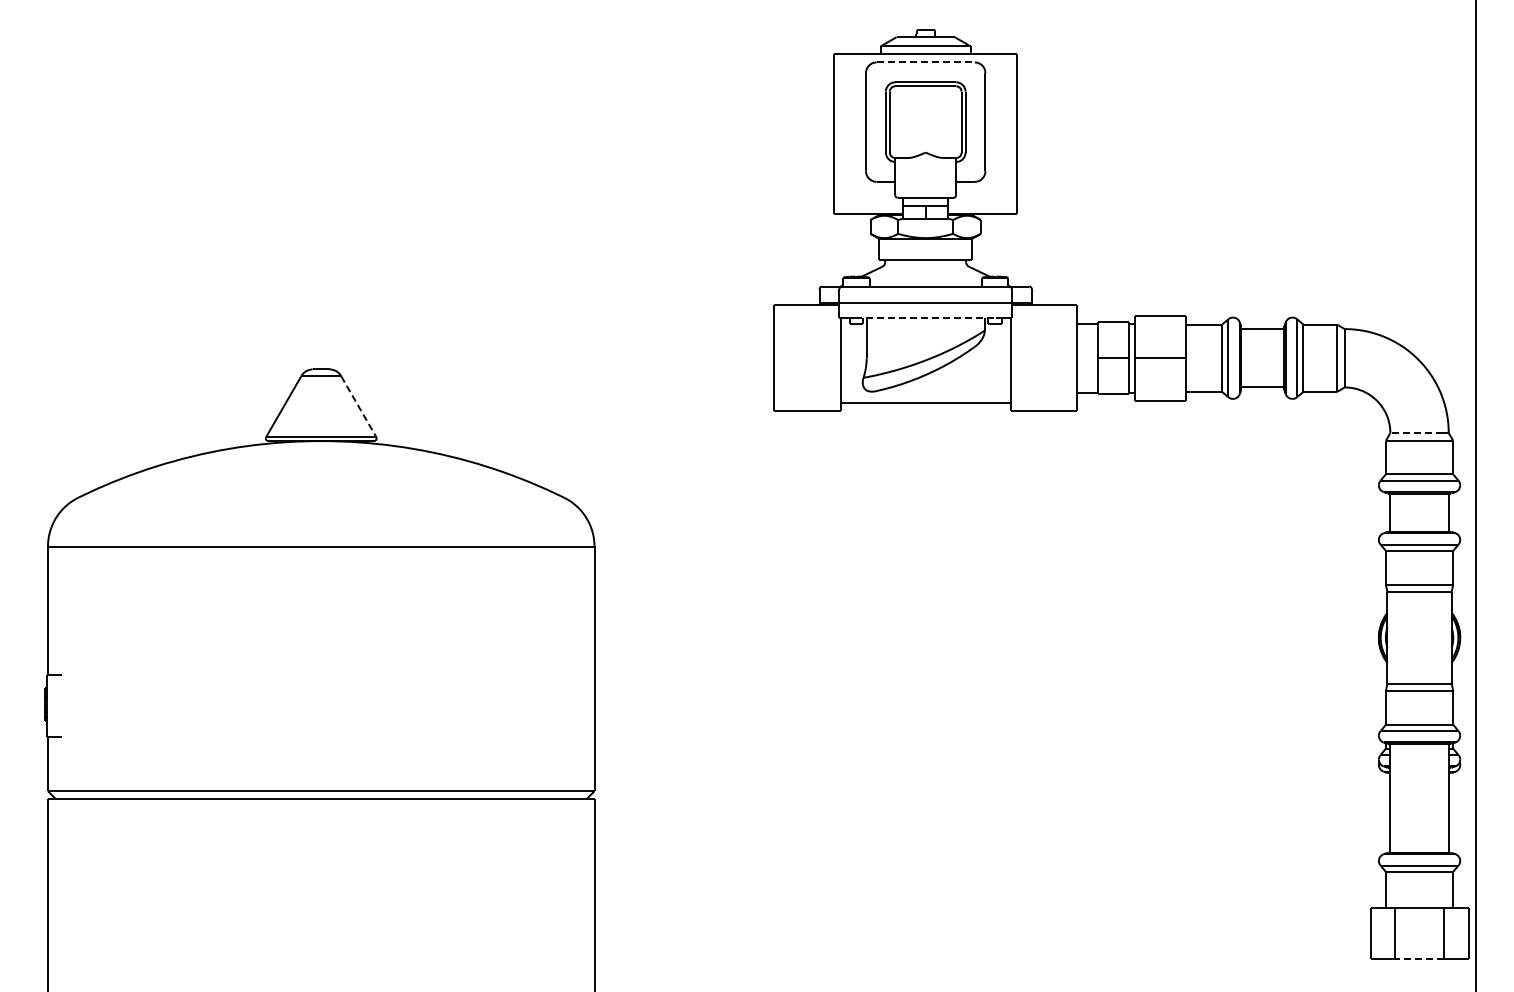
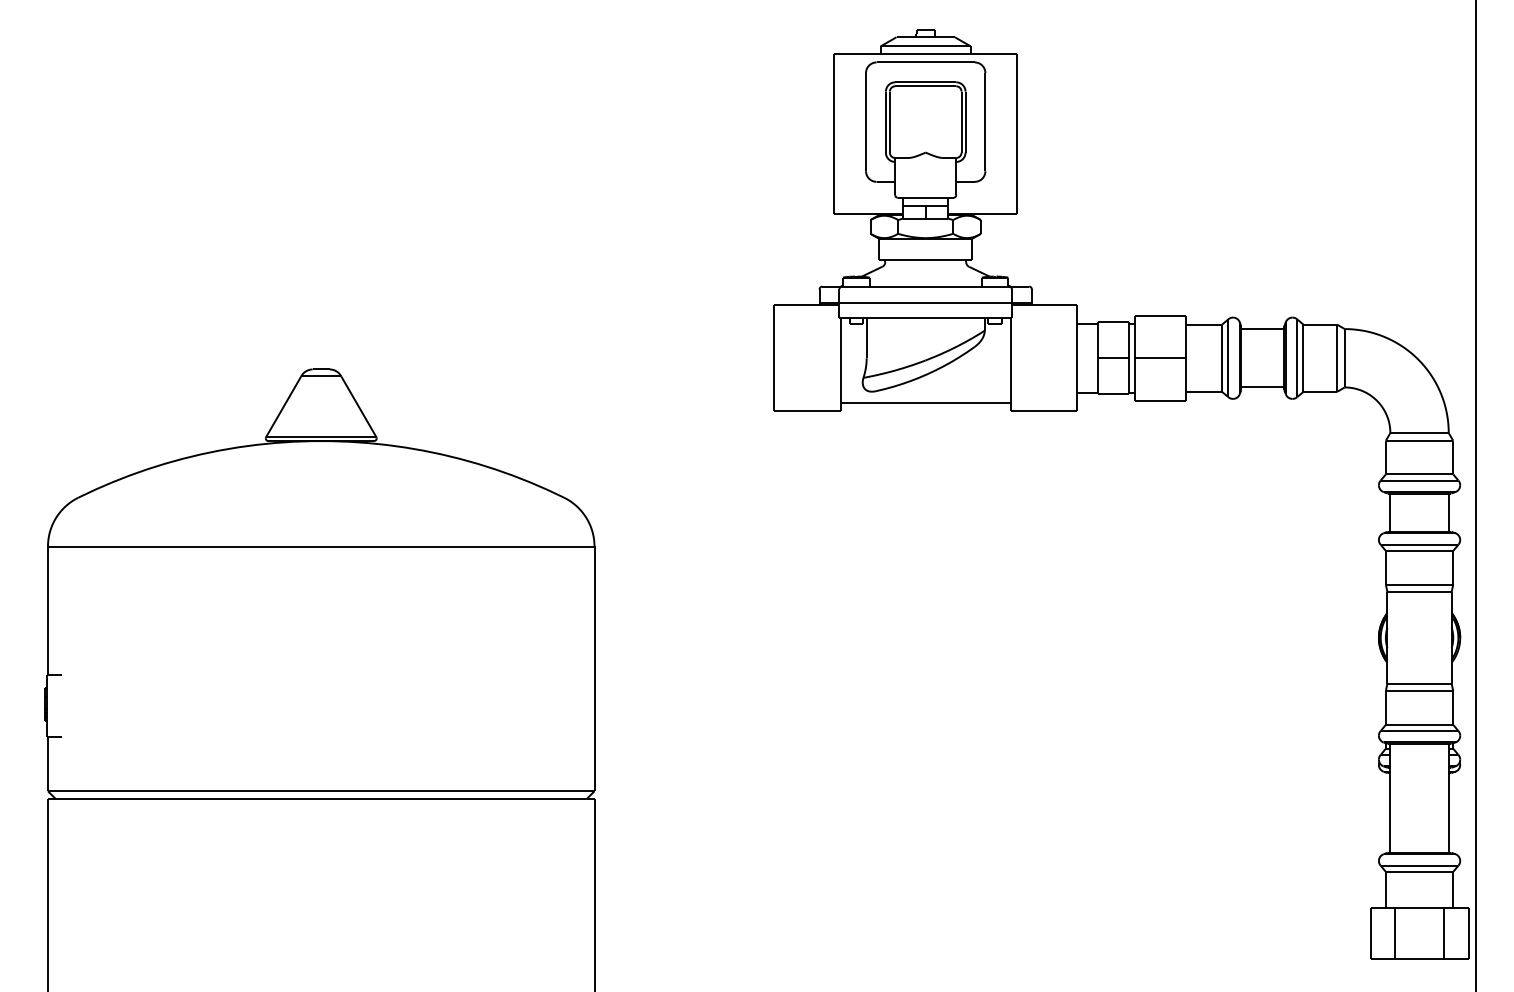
line at (926, 62): dashed -> solid
line at (926, 318): dashed -> solid
line at (359, 407): dashed -> solid
line at (1416, 433): dashed -> solid
line at (1419, 958): dashed -> solid
